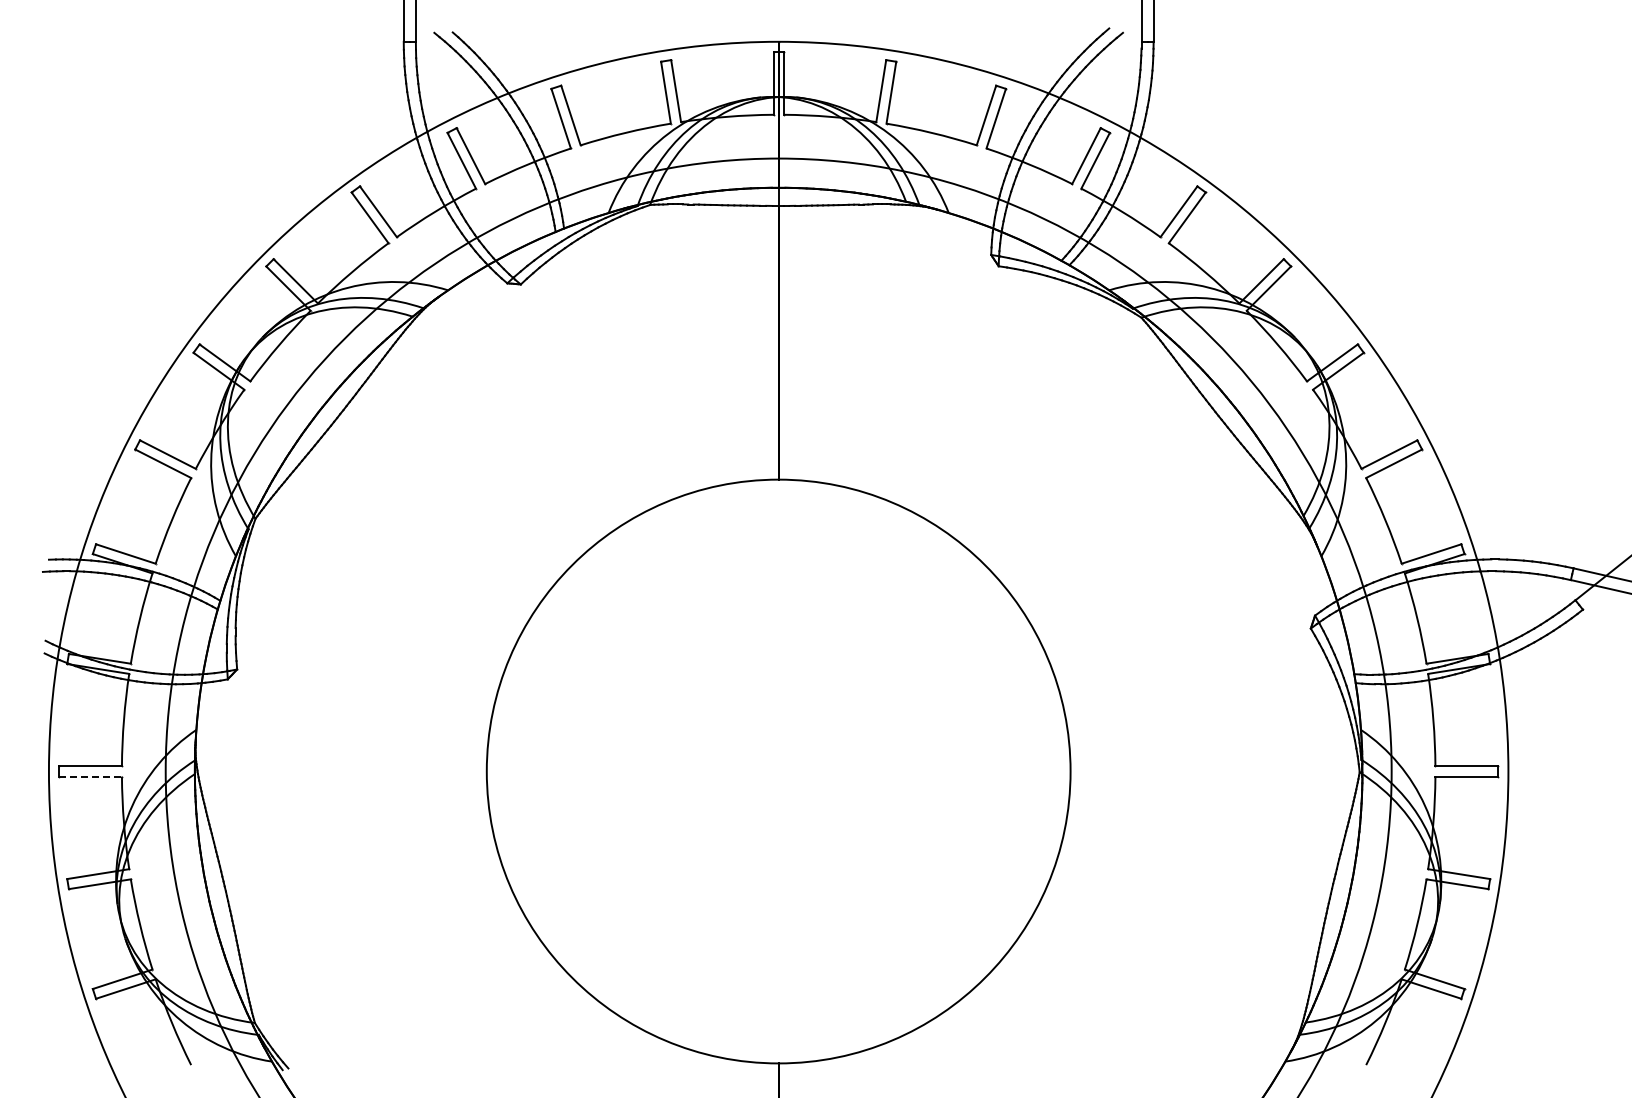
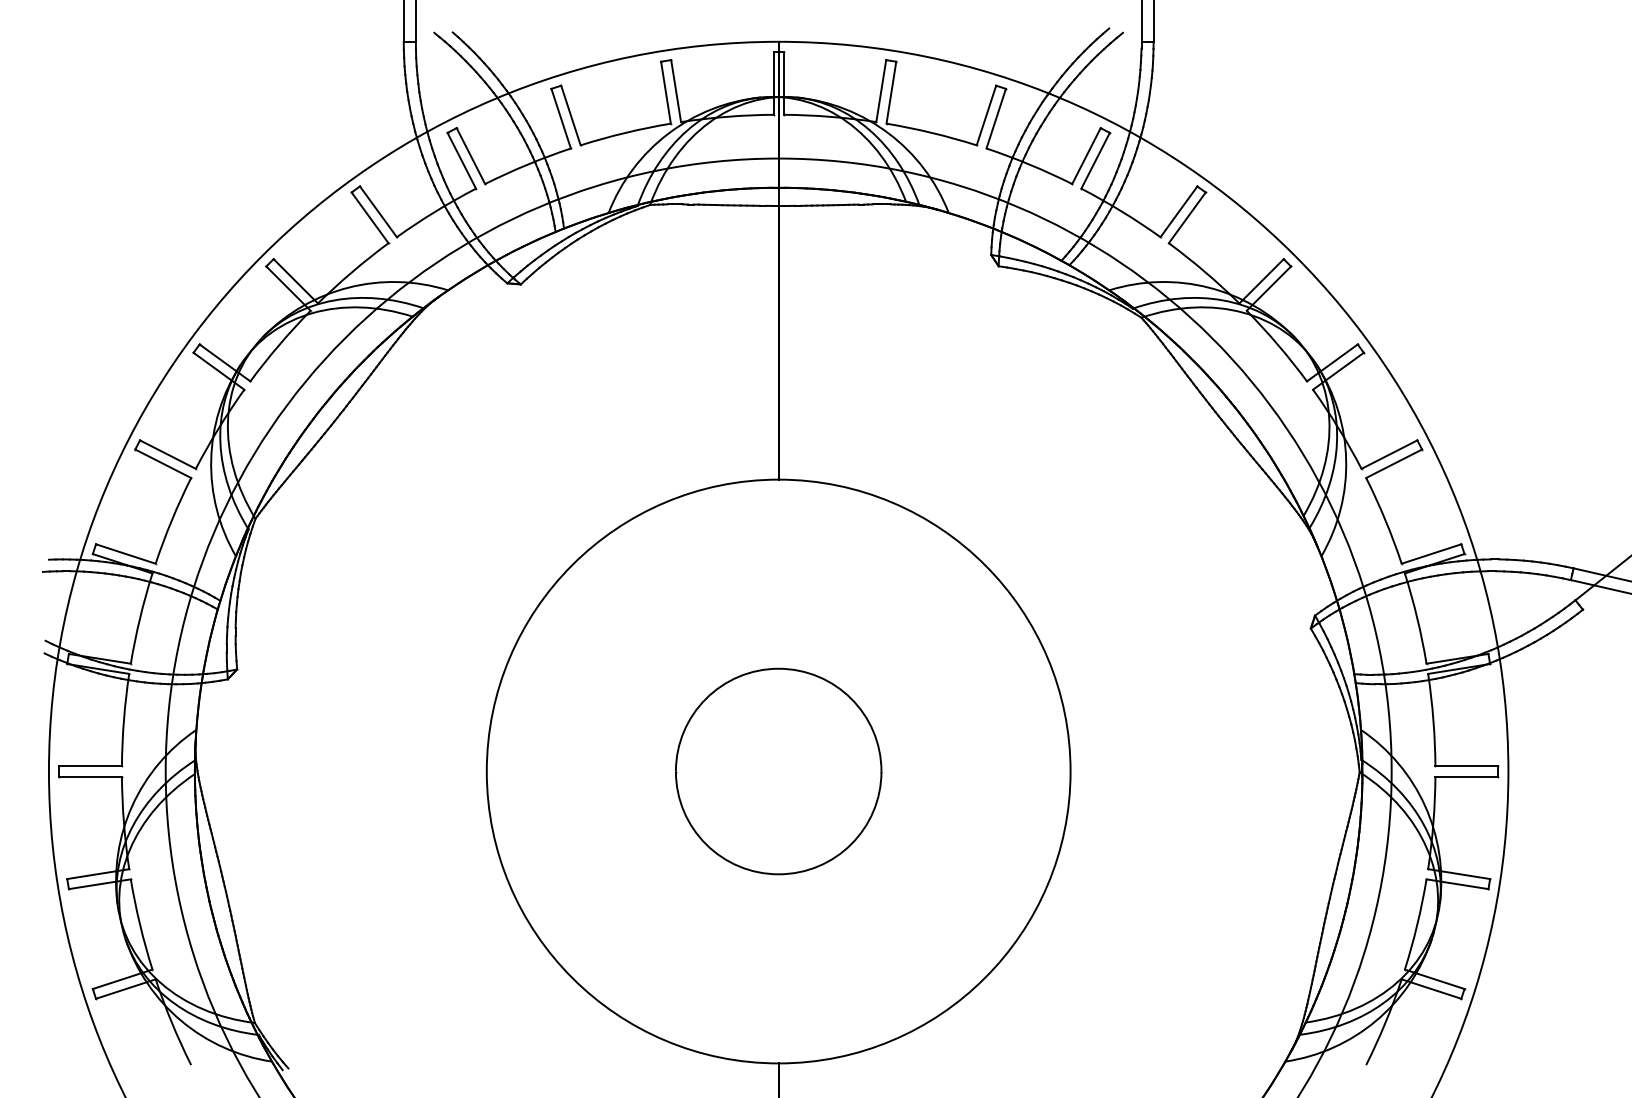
part at (778, 771): none -> present
line at (91, 776): dashed -> solid
